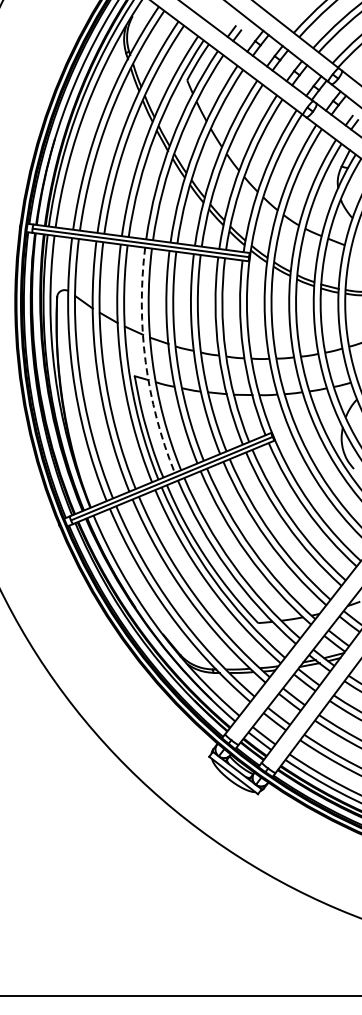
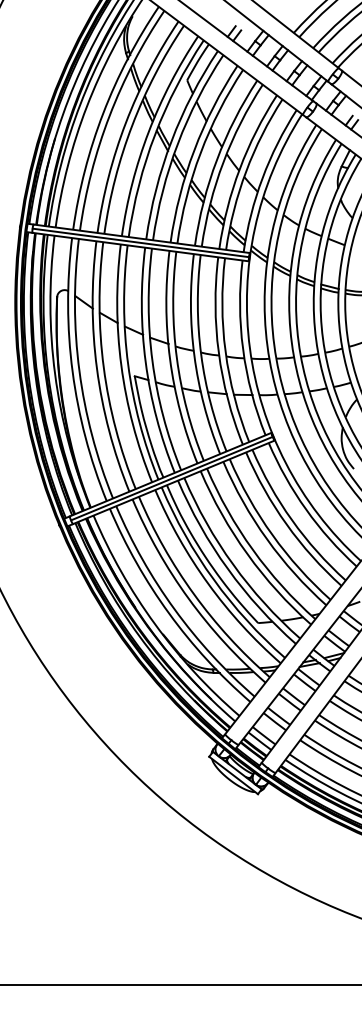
arc at (145, 362): dashed -> solid
line at (180, 995) position: (180, 995) -> (180, 984)
